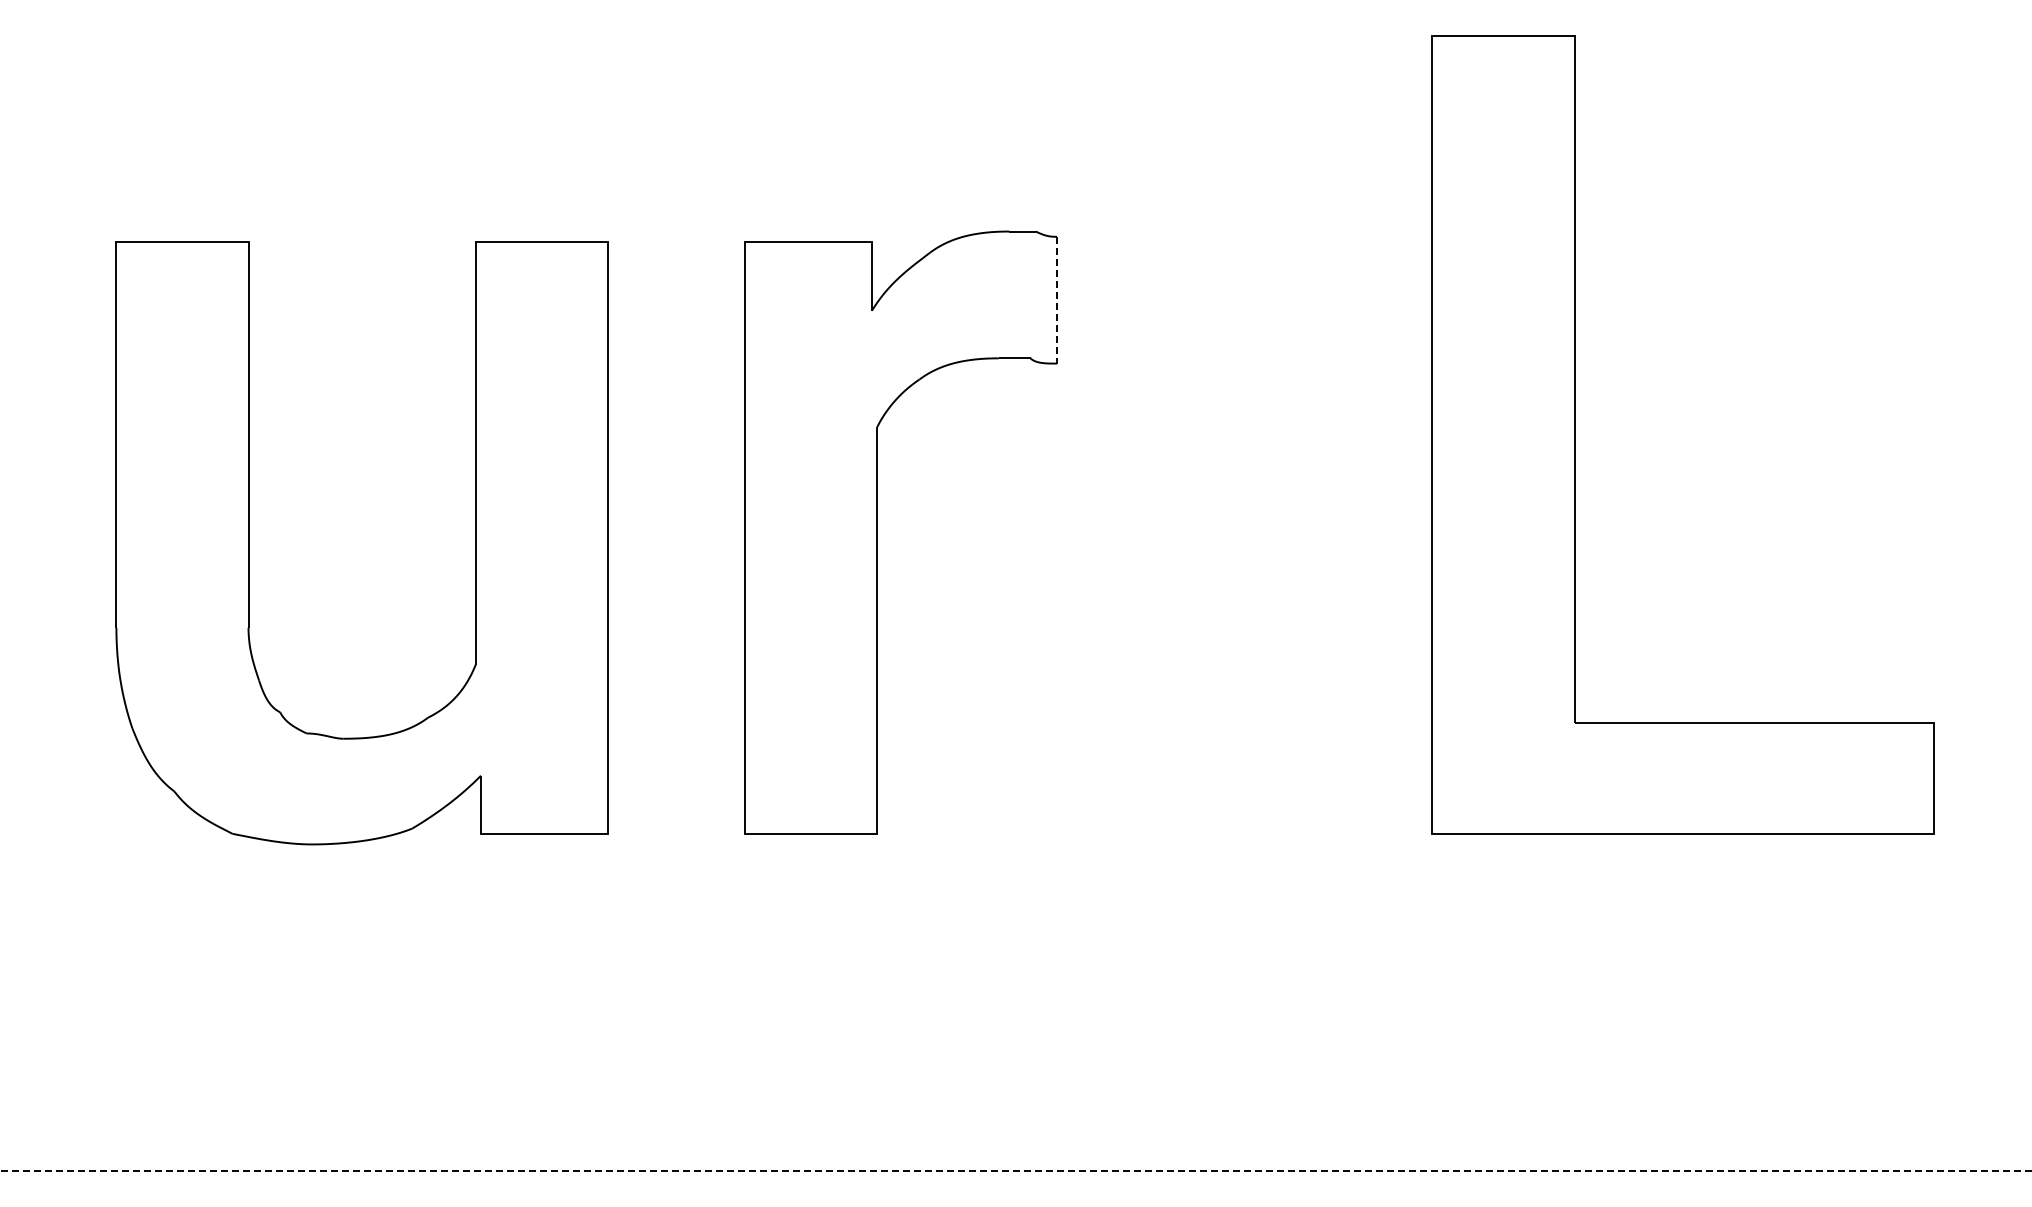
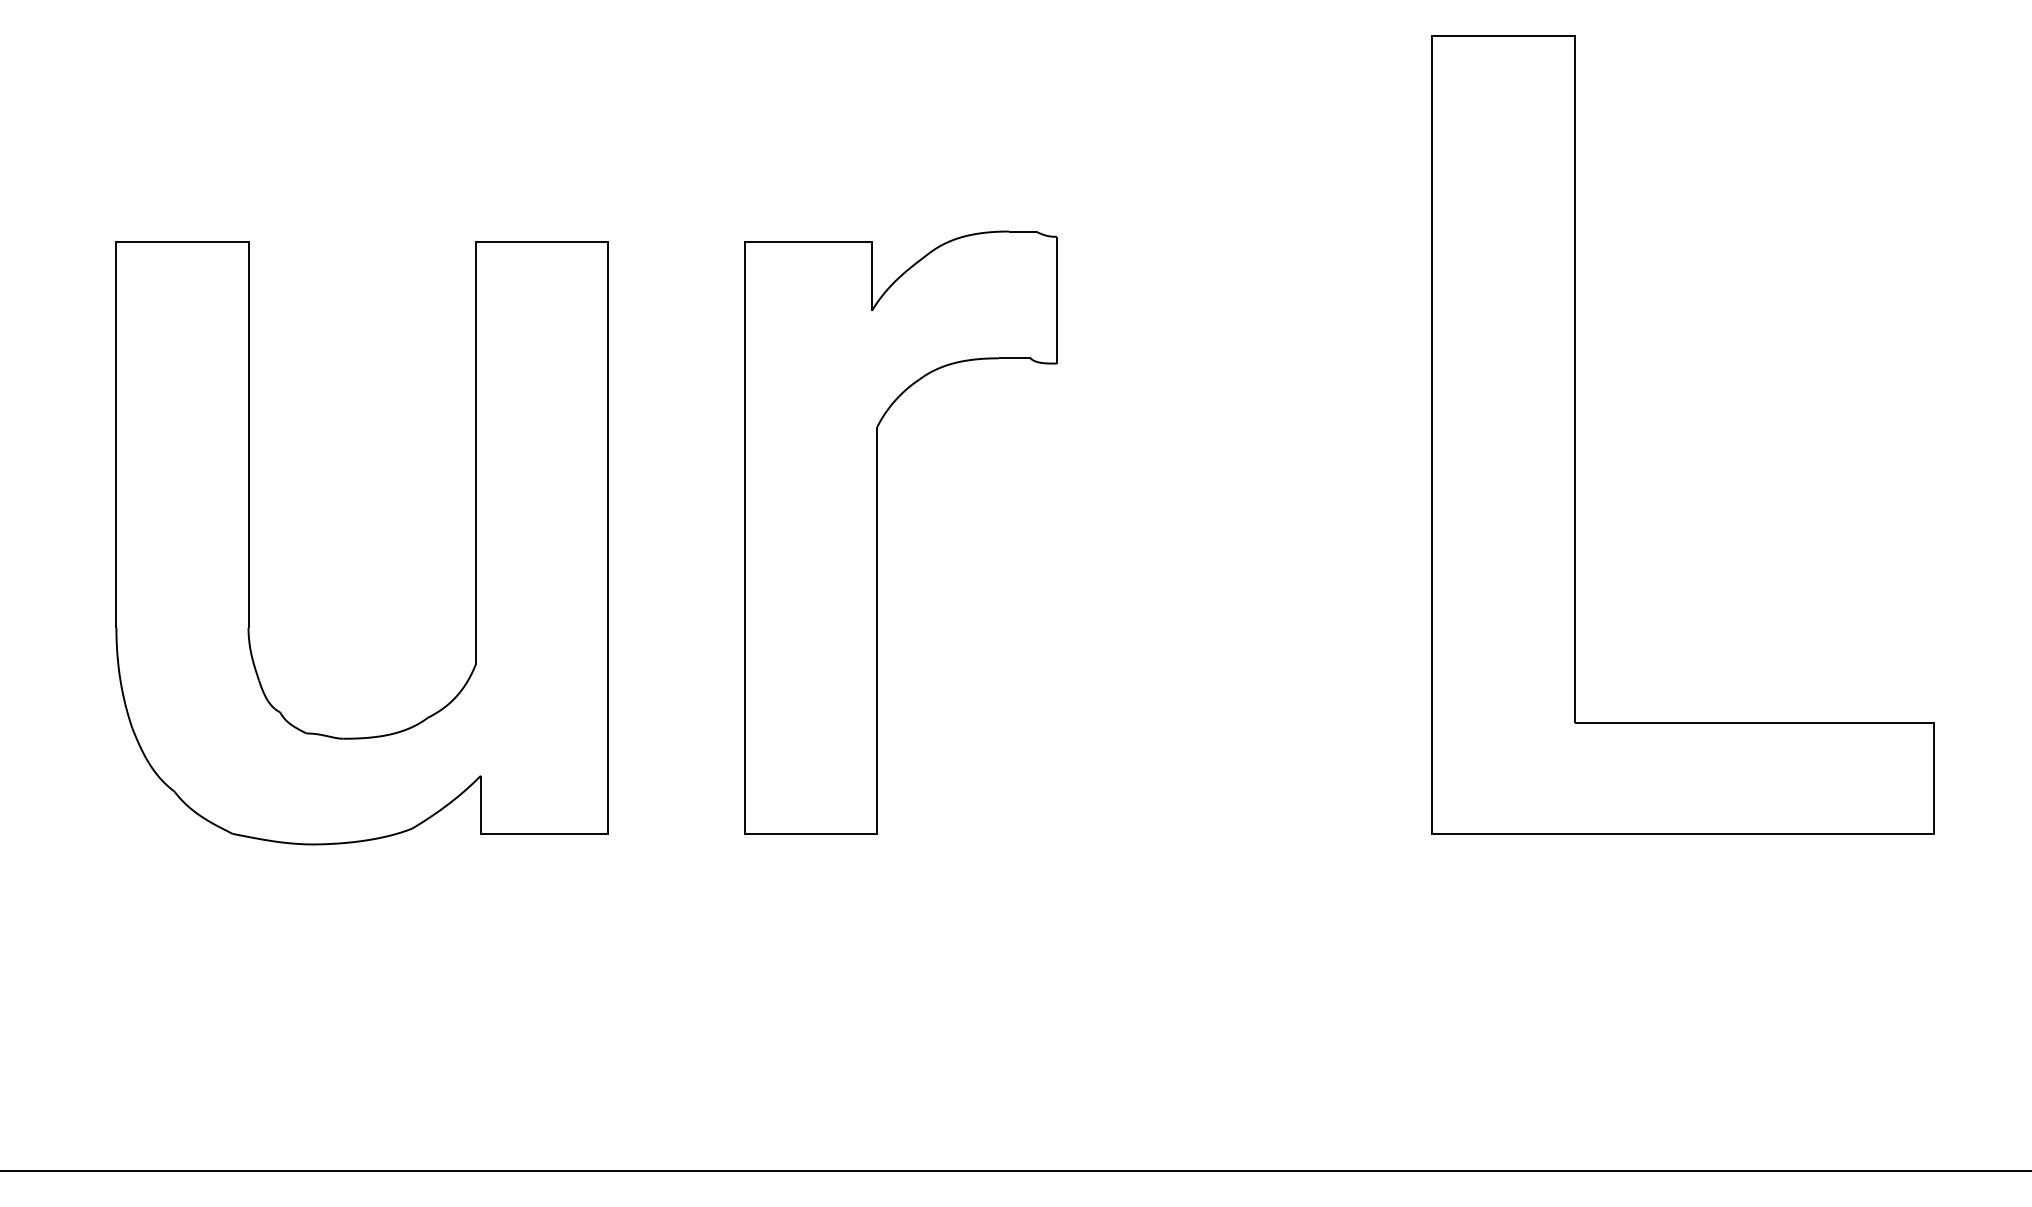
line at (1056, 300): dashed -> solid
line at (1016, 1170): dashed -> solid
